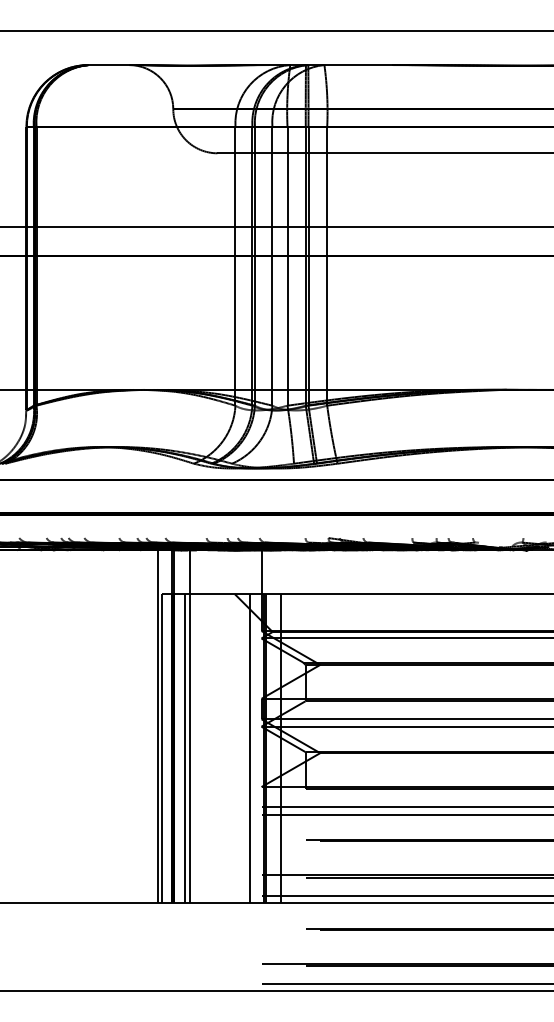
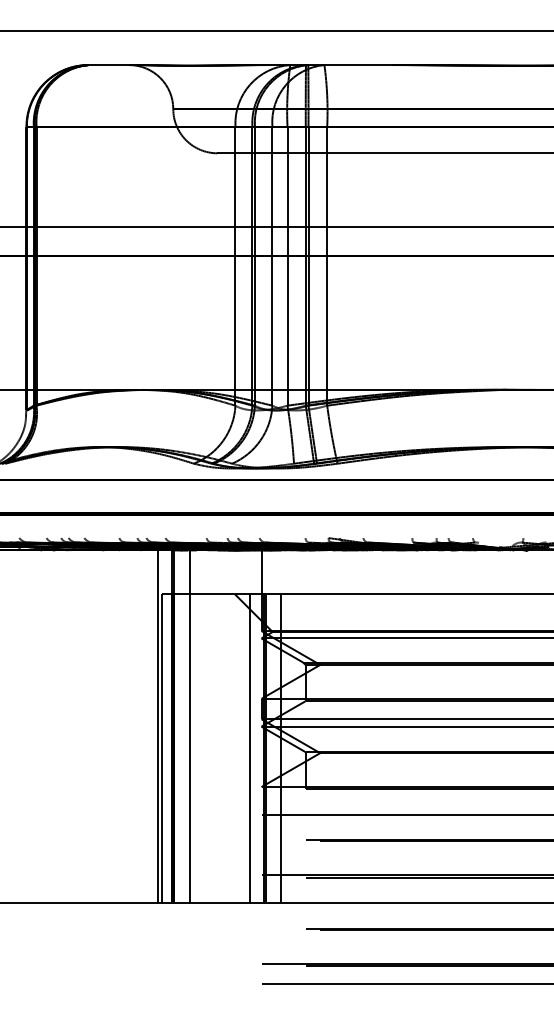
line at (185, 748): present -> none
line at (405, 807): present -> none
line at (405, 895): present -> none
line at (276, 991): present -> none
